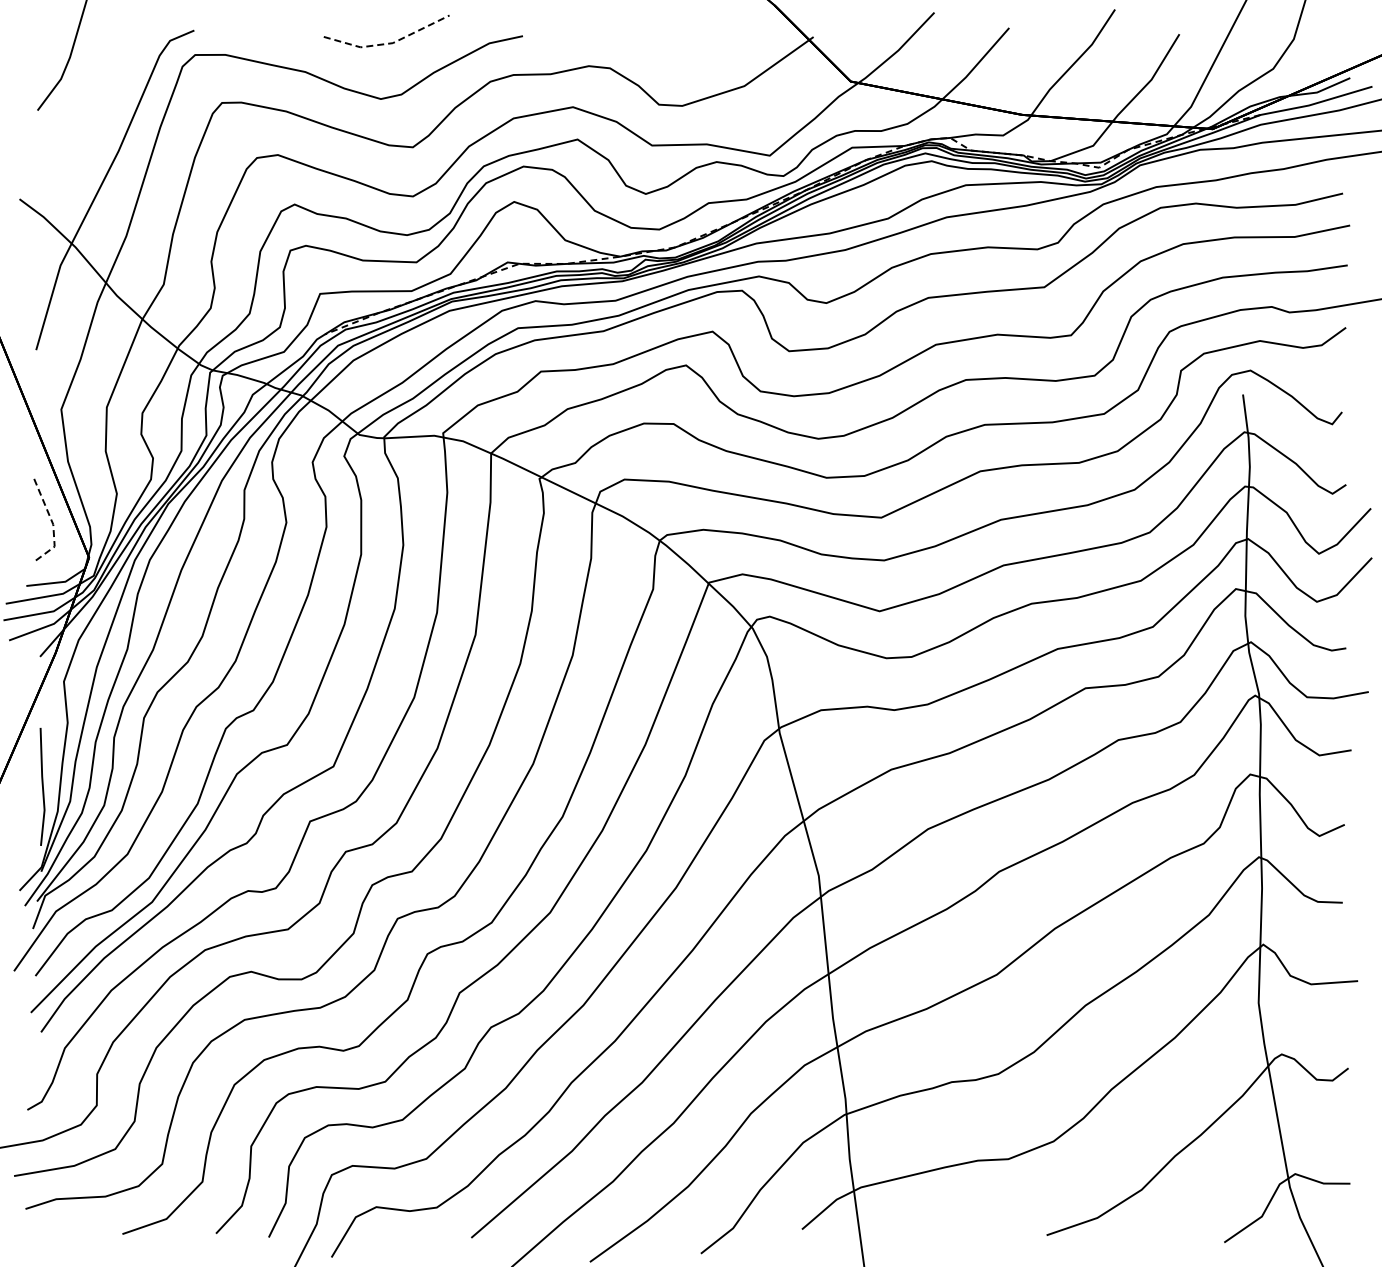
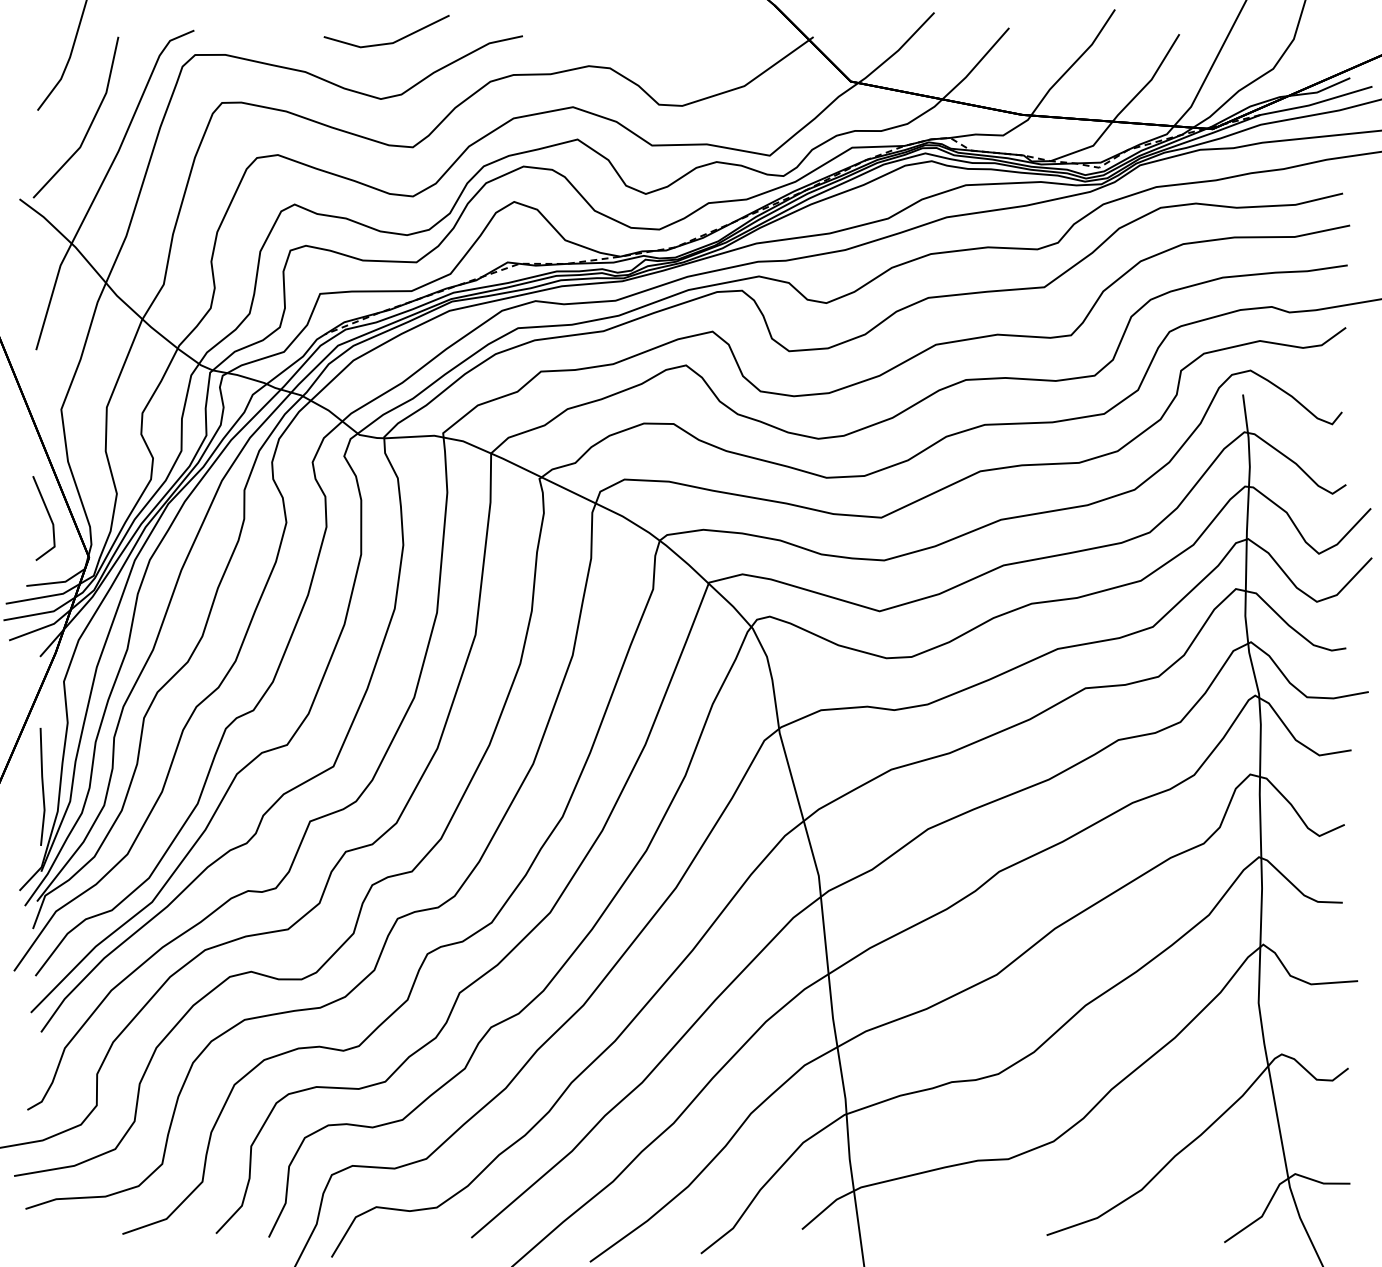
line at (389, 43): dashed -> solid
line at (89, 125): none -> present
line at (52, 522): dashed -> solid
